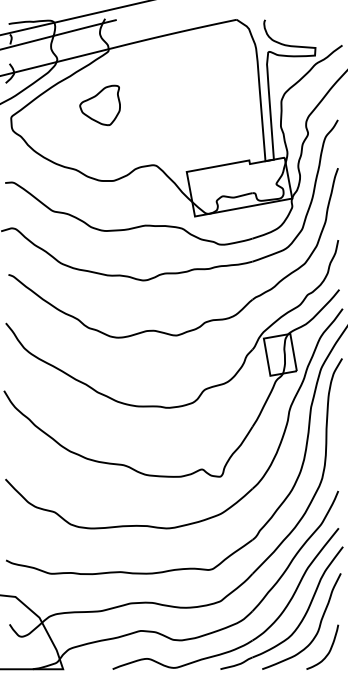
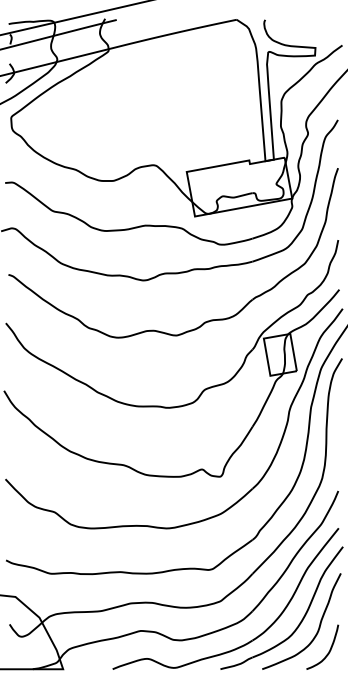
part at (99, 105): present -> none
